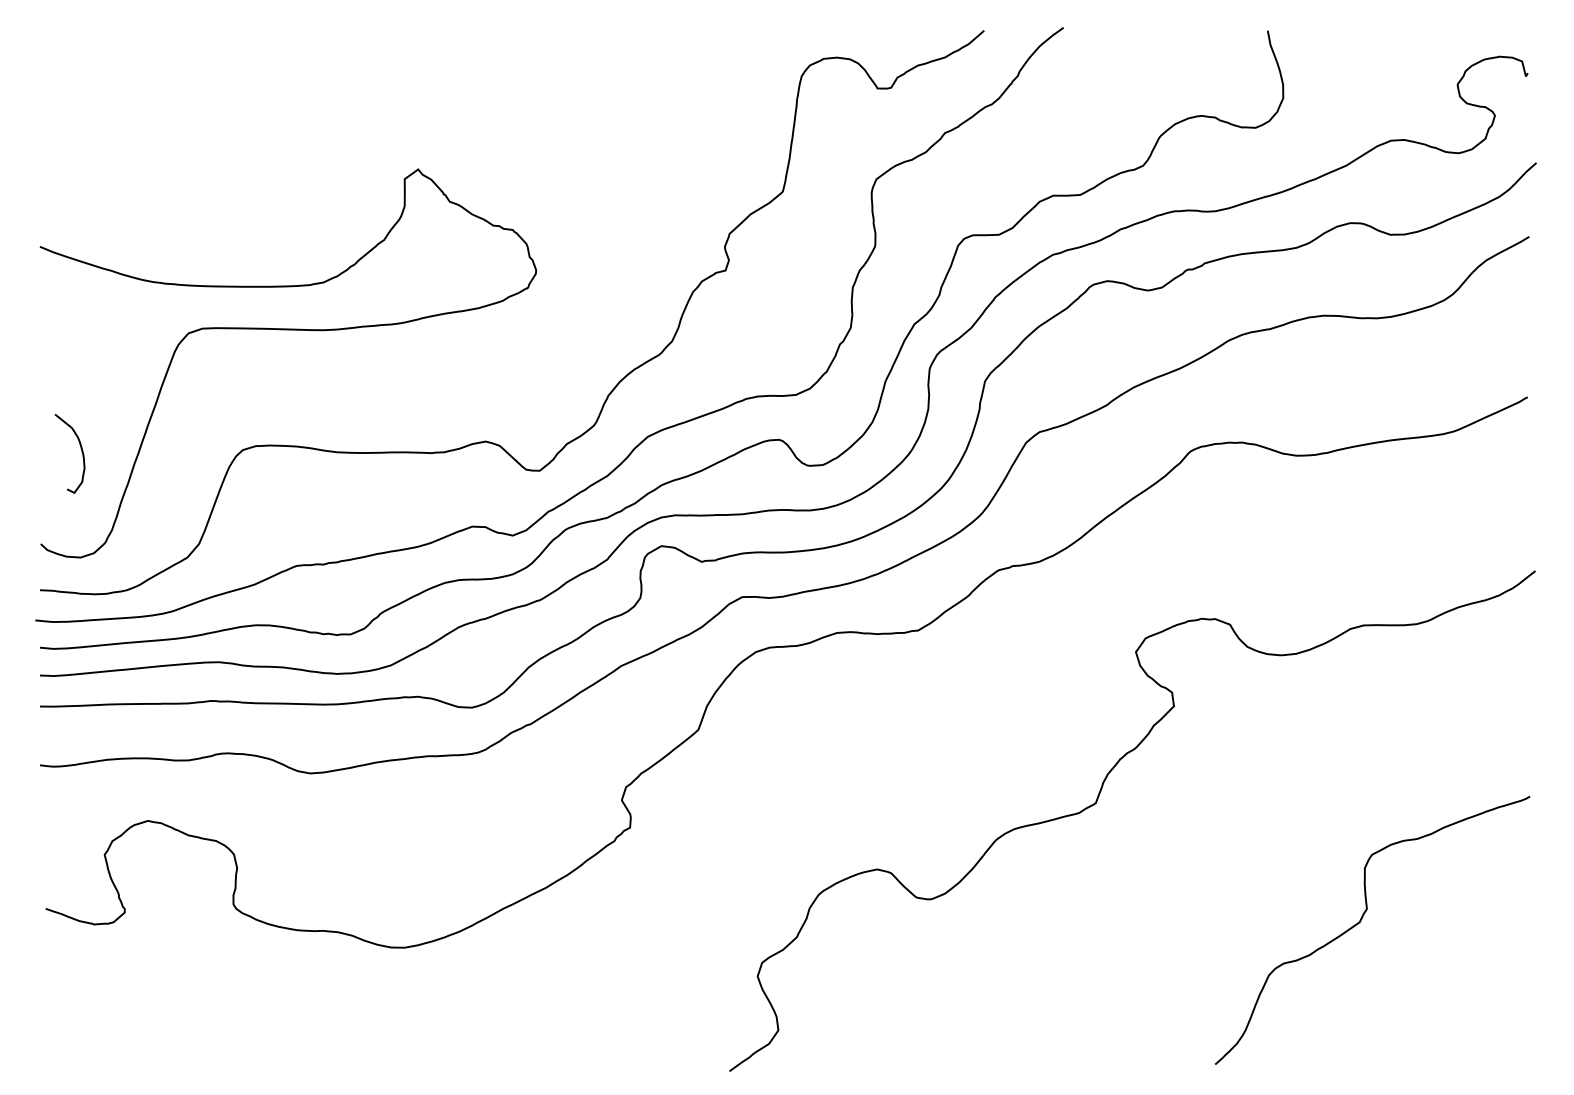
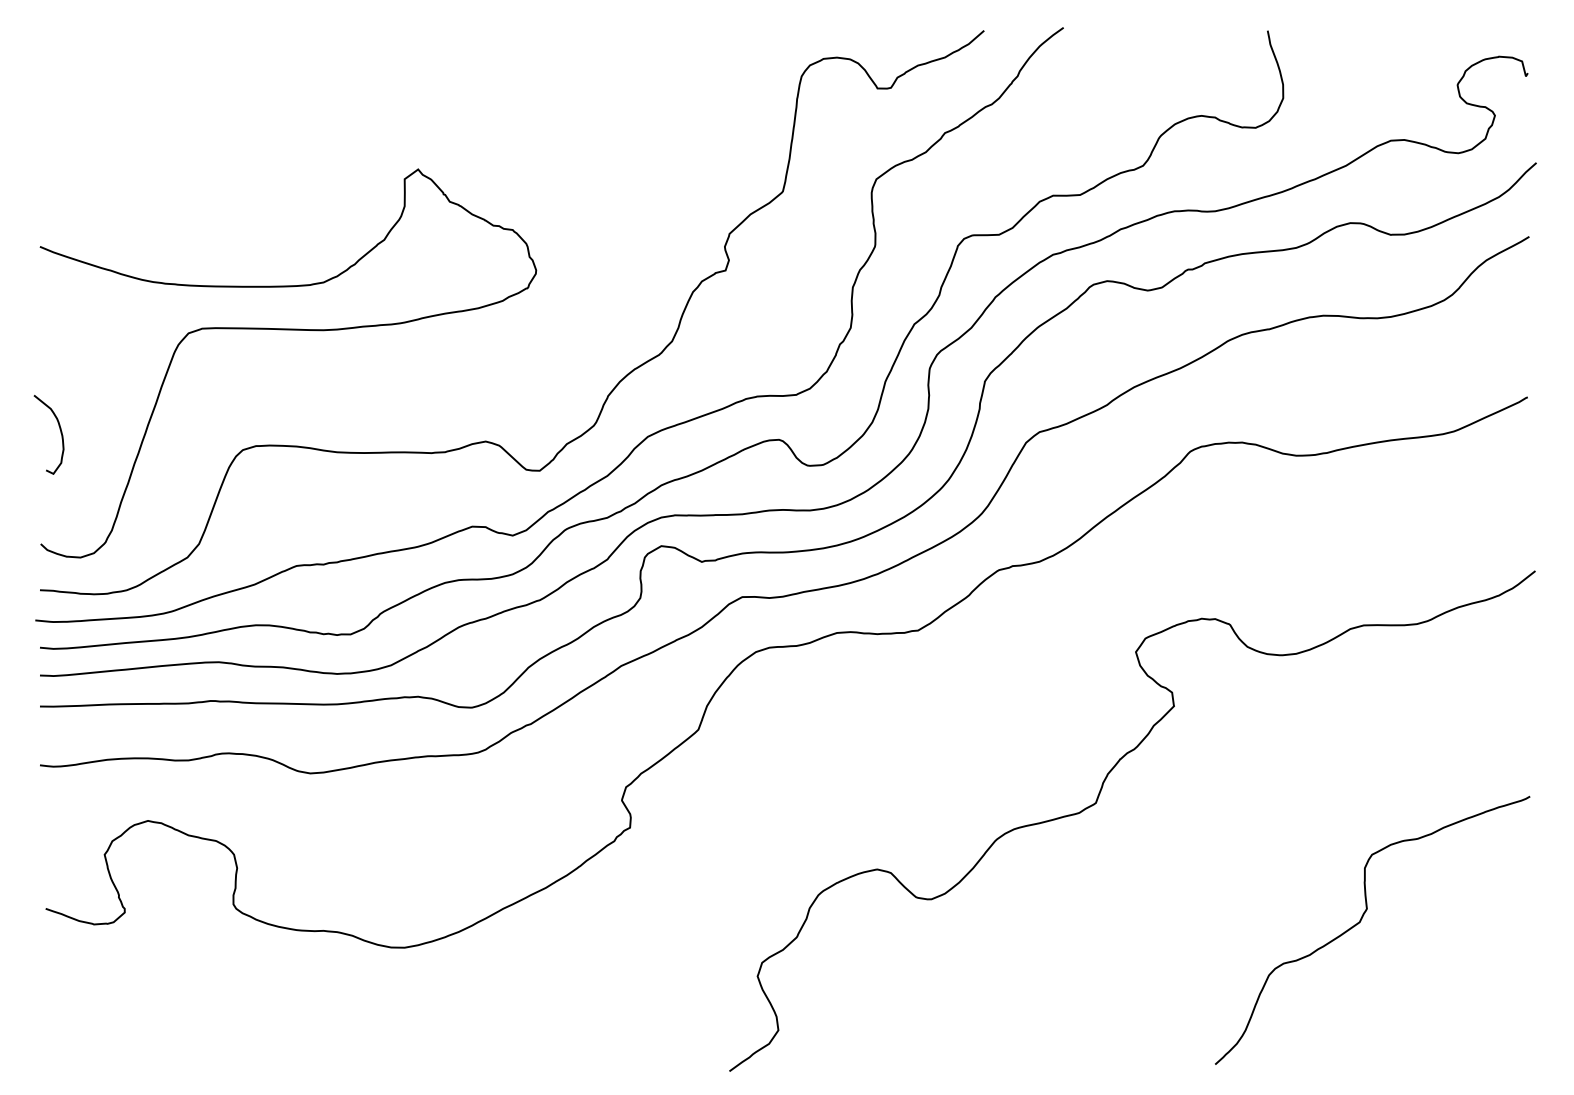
curve at (81, 452) position: (81, 452) -> (60, 433)
